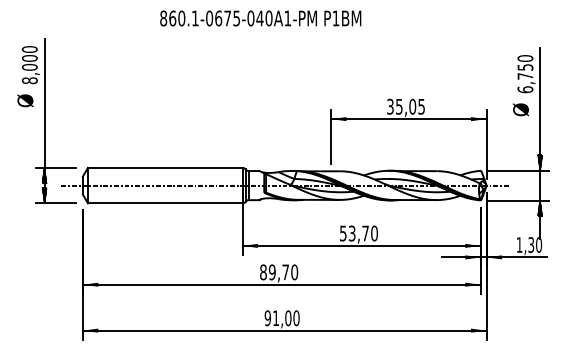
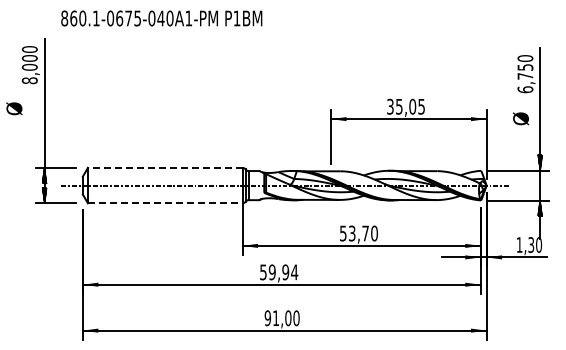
text at (260, 18) position: (260, 18) -> (161, 18)
text at (25, 100) position: (25, 100) -> (14, 108)
text at (520, 109) position: (520, 109) -> (520, 118)
line at (164, 167): solid -> dashed
line at (165, 203): solid -> dashed
text at (279, 272): 89,70 -> 59,94
